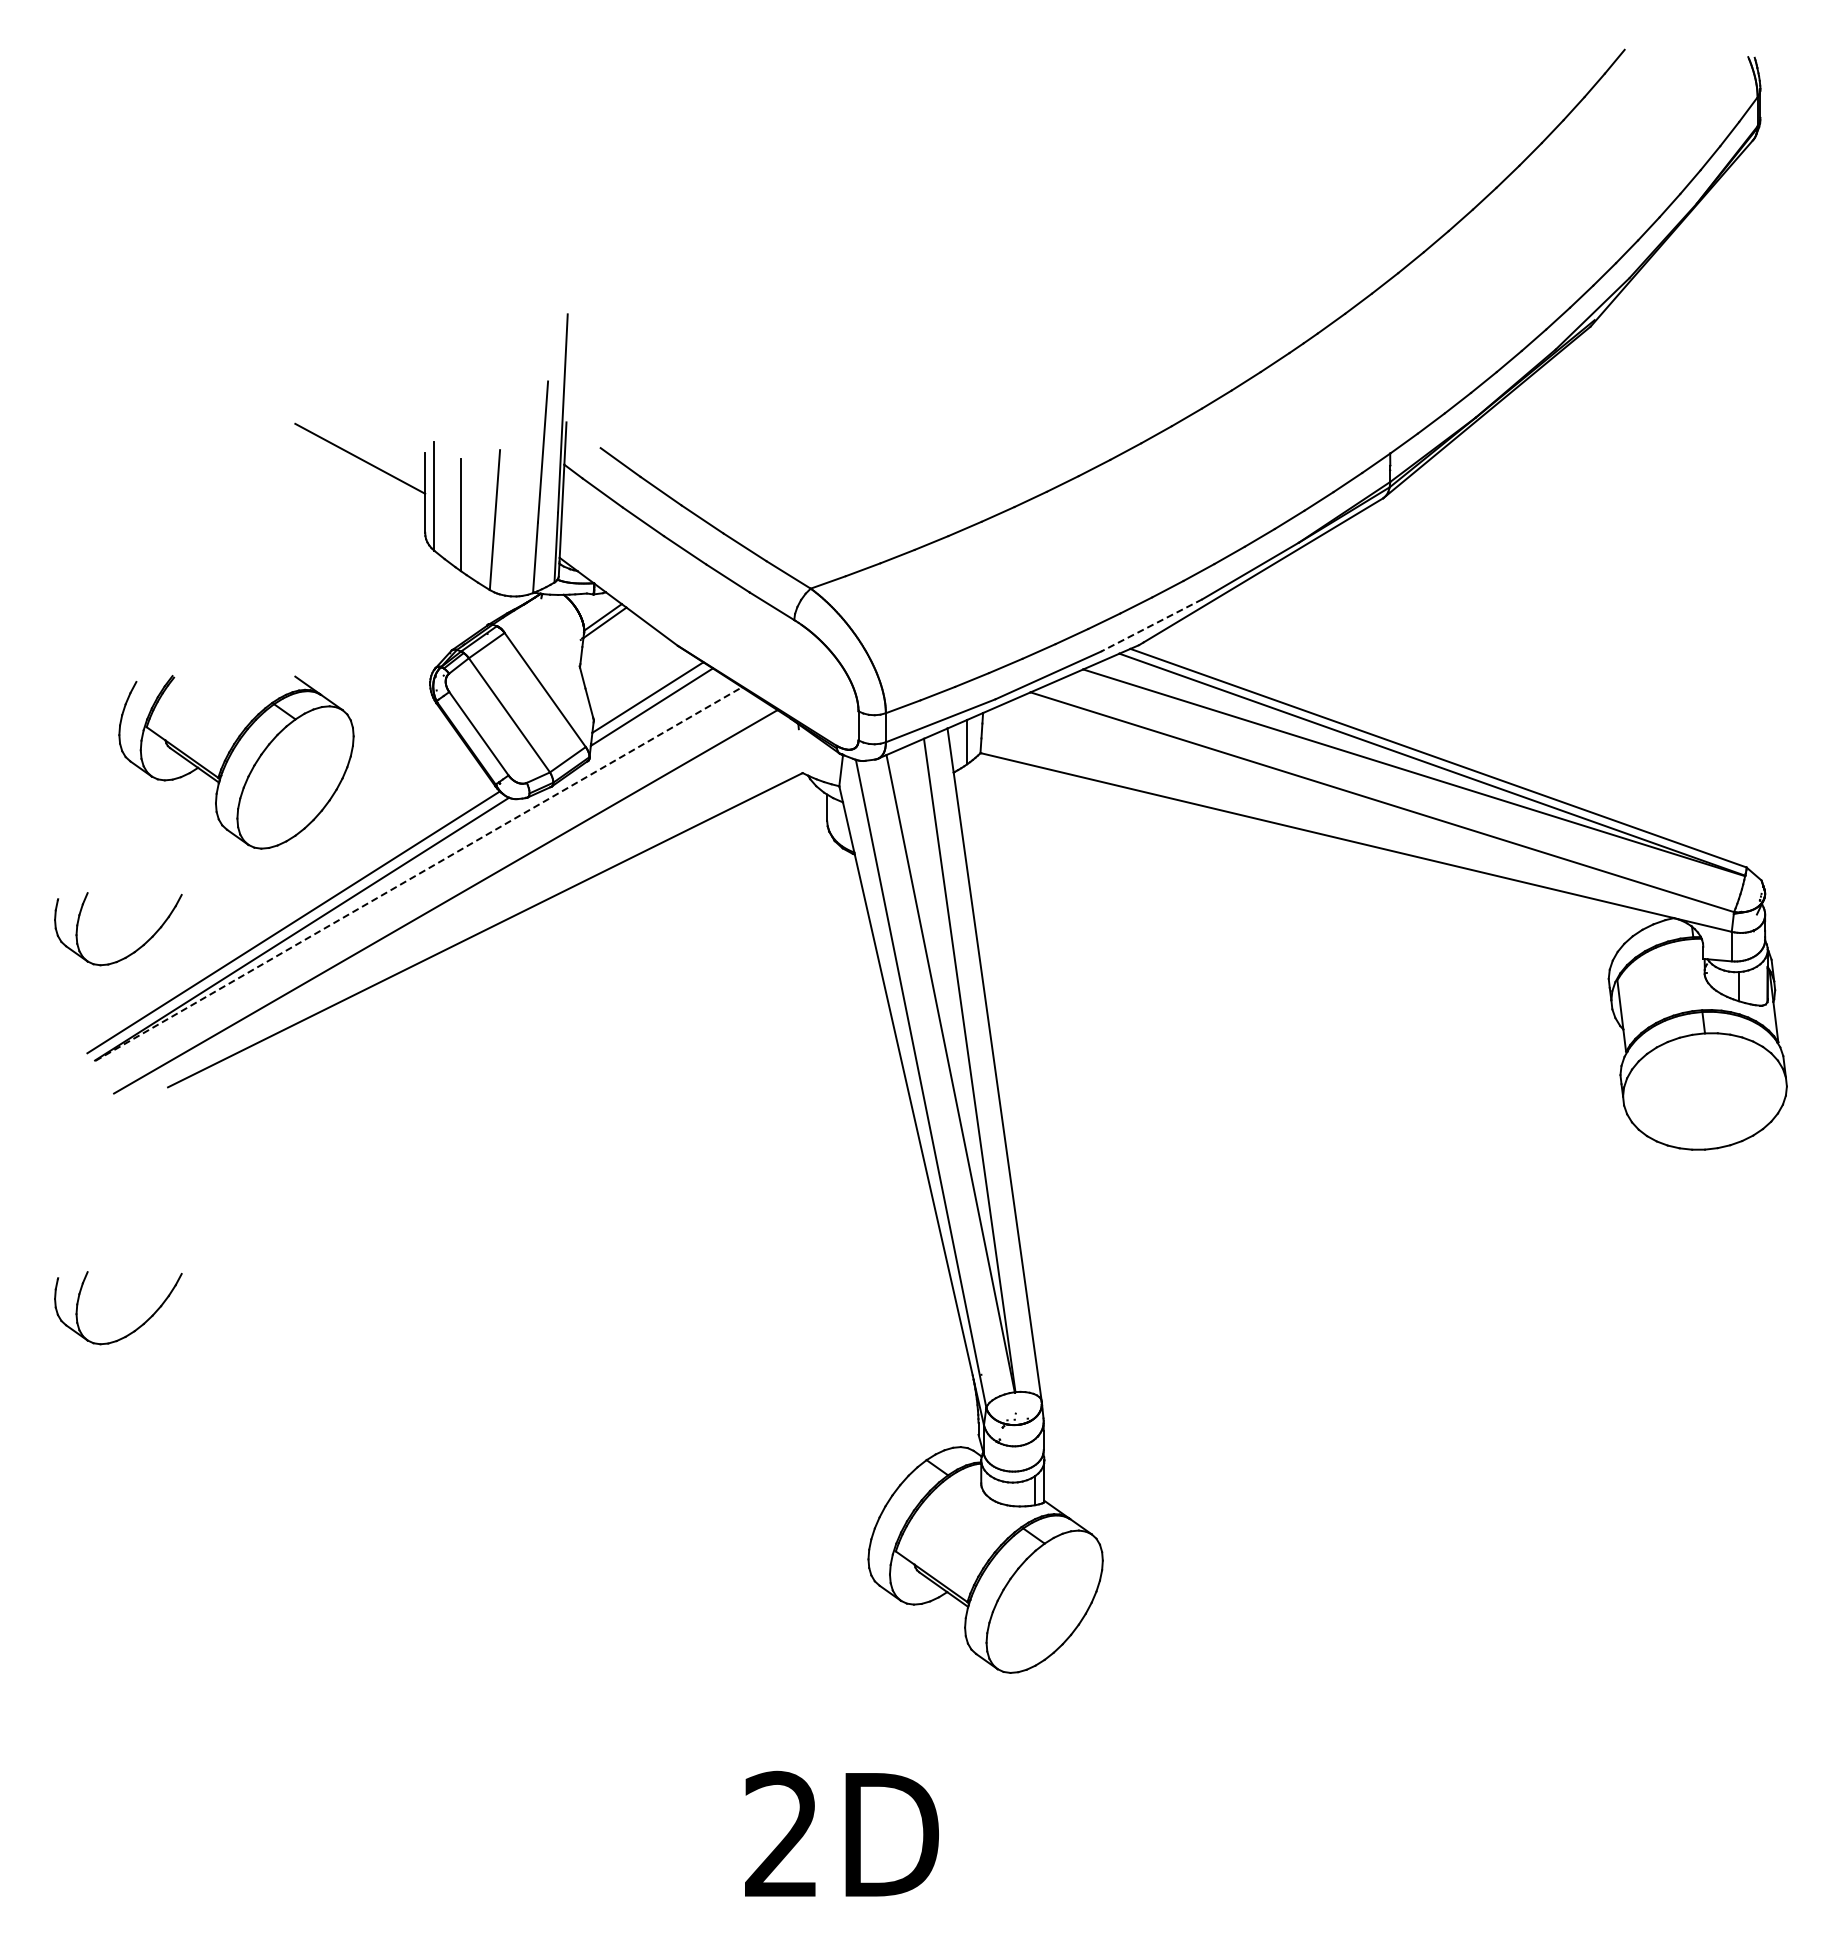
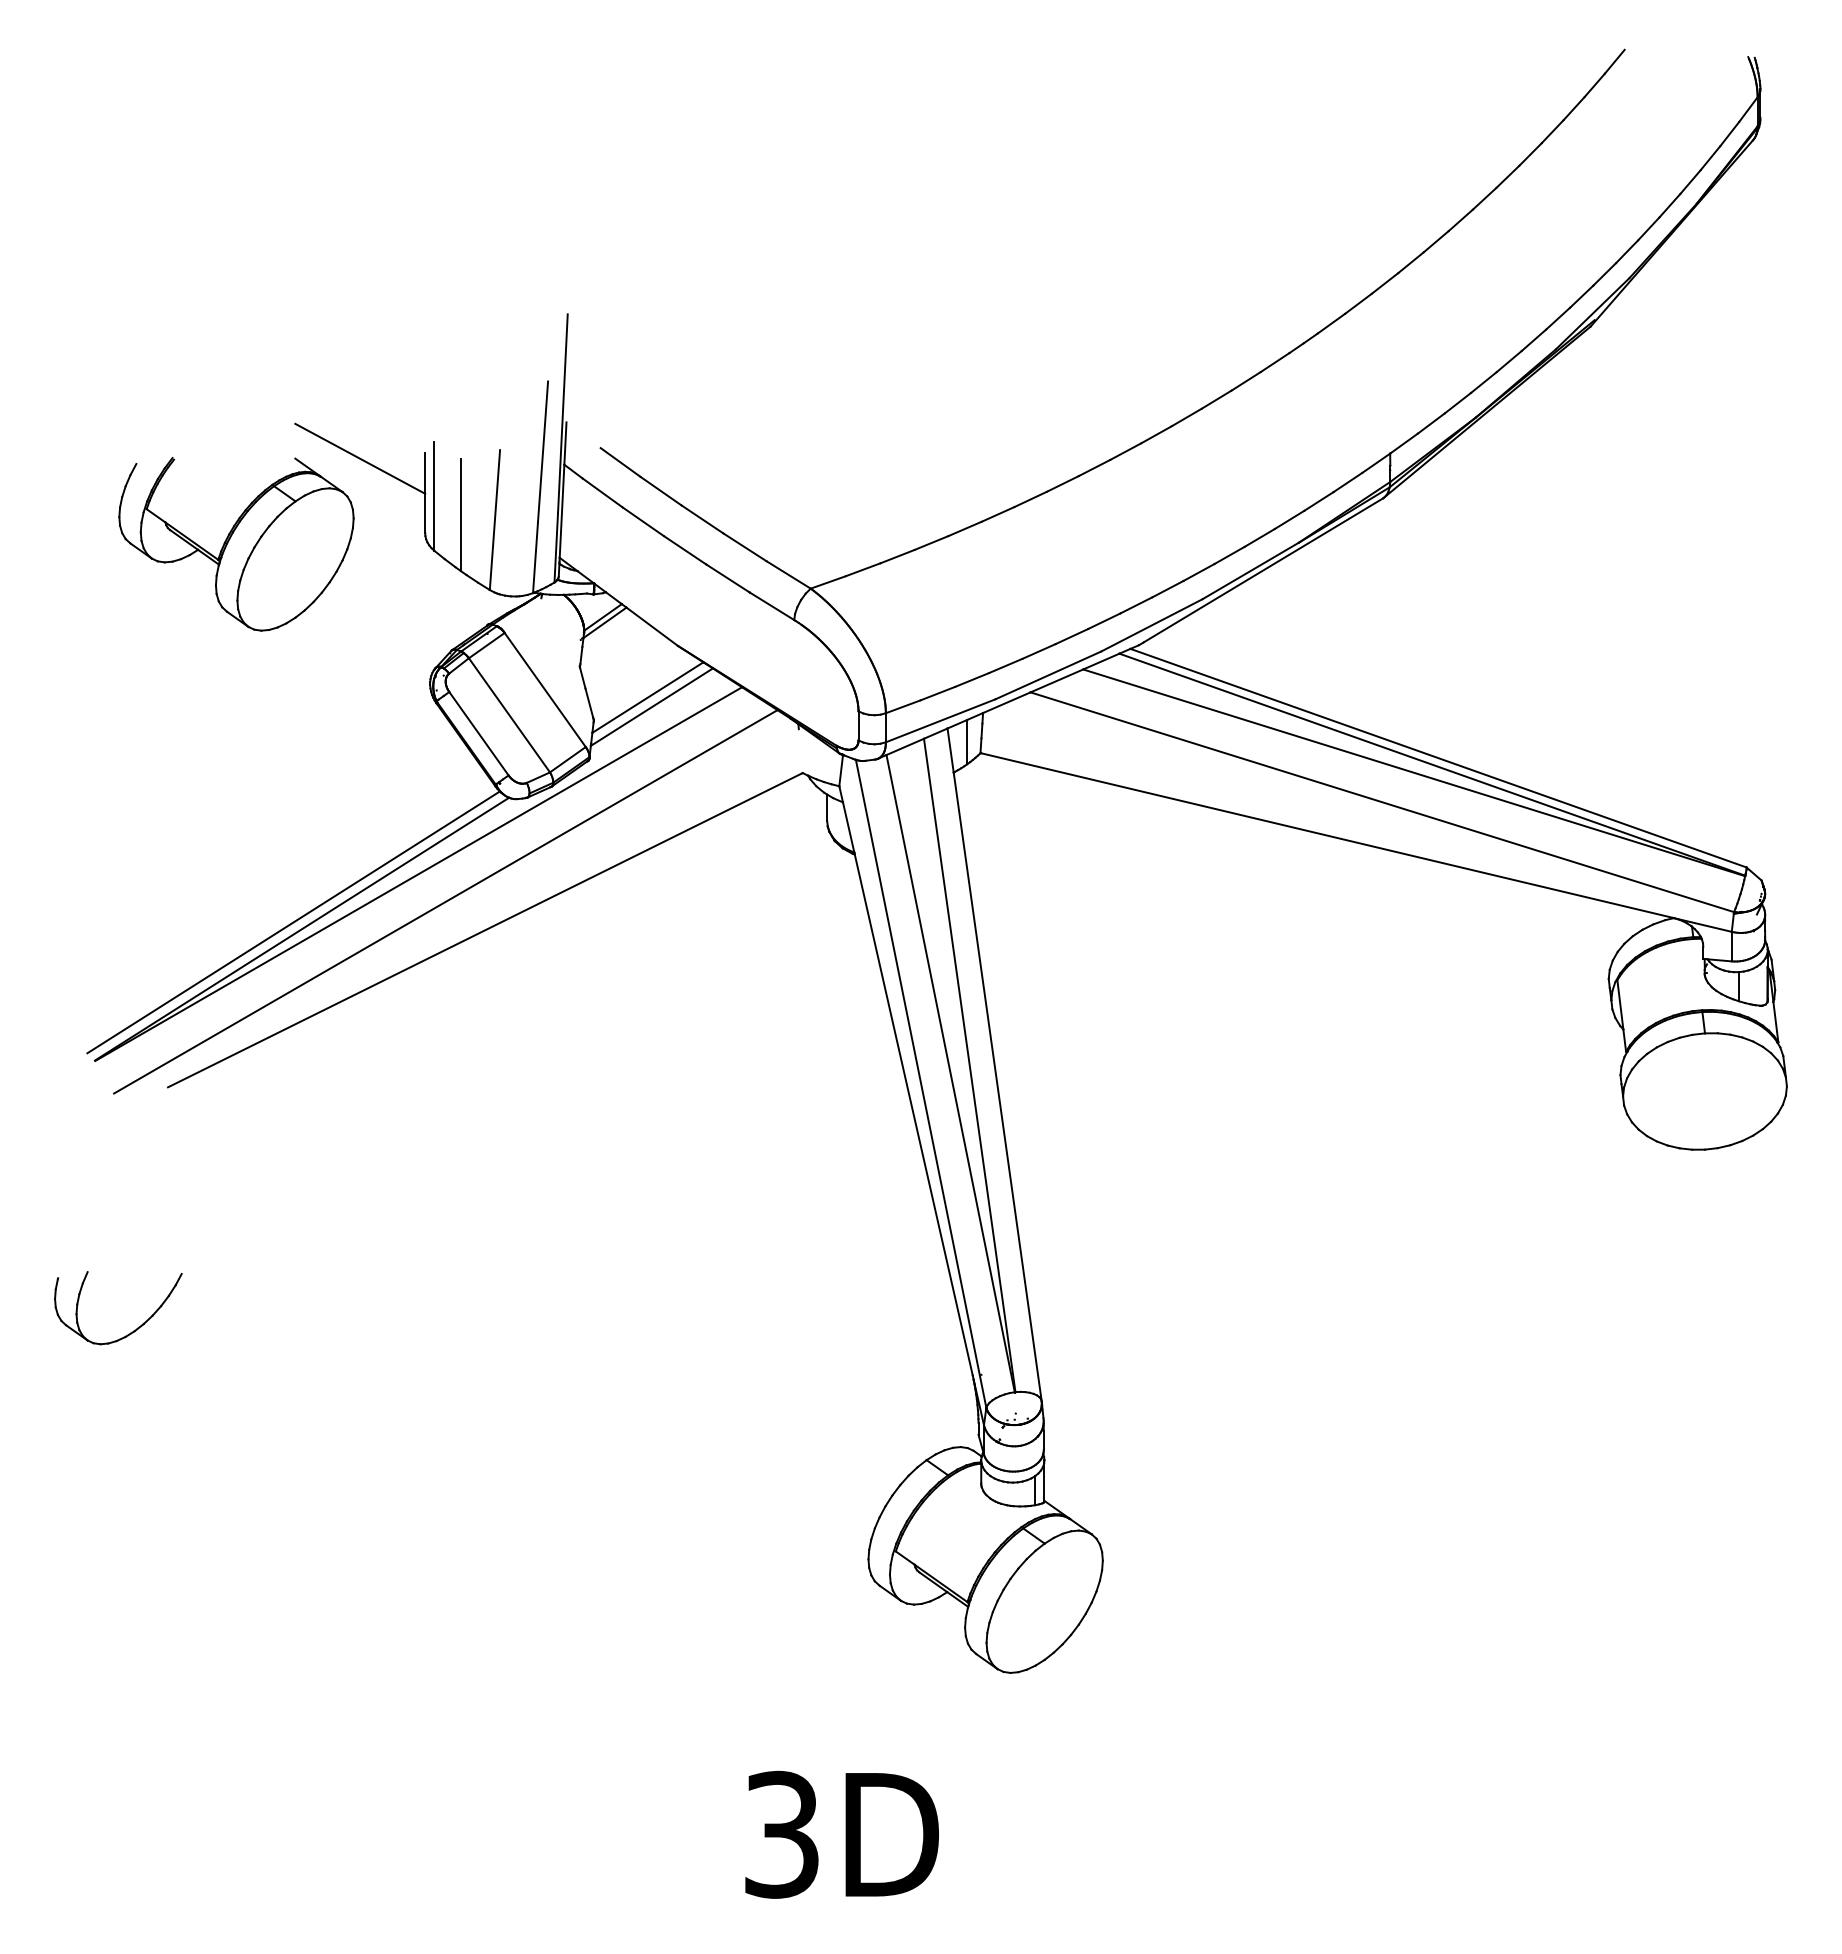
line at (1151, 625): dashed -> solid
part at (236, 762) position: (236, 762) -> (236, 544)
line at (419, 873): dashed -> solid
part at (133, 951): present -> none
text at (781, 1834): 2D -> 3D
